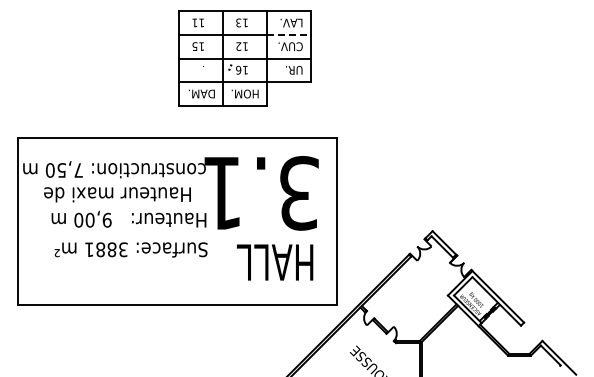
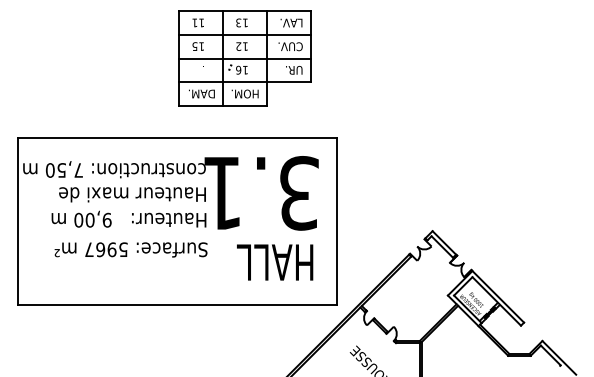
line at (288, 35): dashed -> solid
text at (117, 194) position: (117, 194) -> (132, 194)
text at (106, 249): 3881 -> 5967
